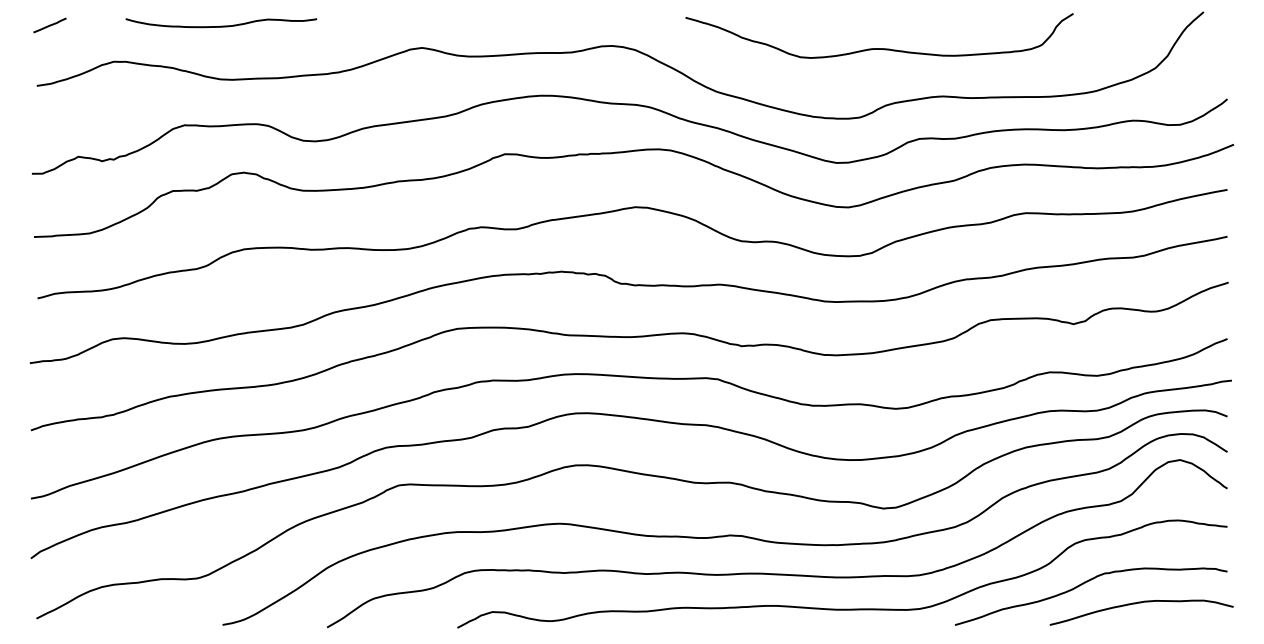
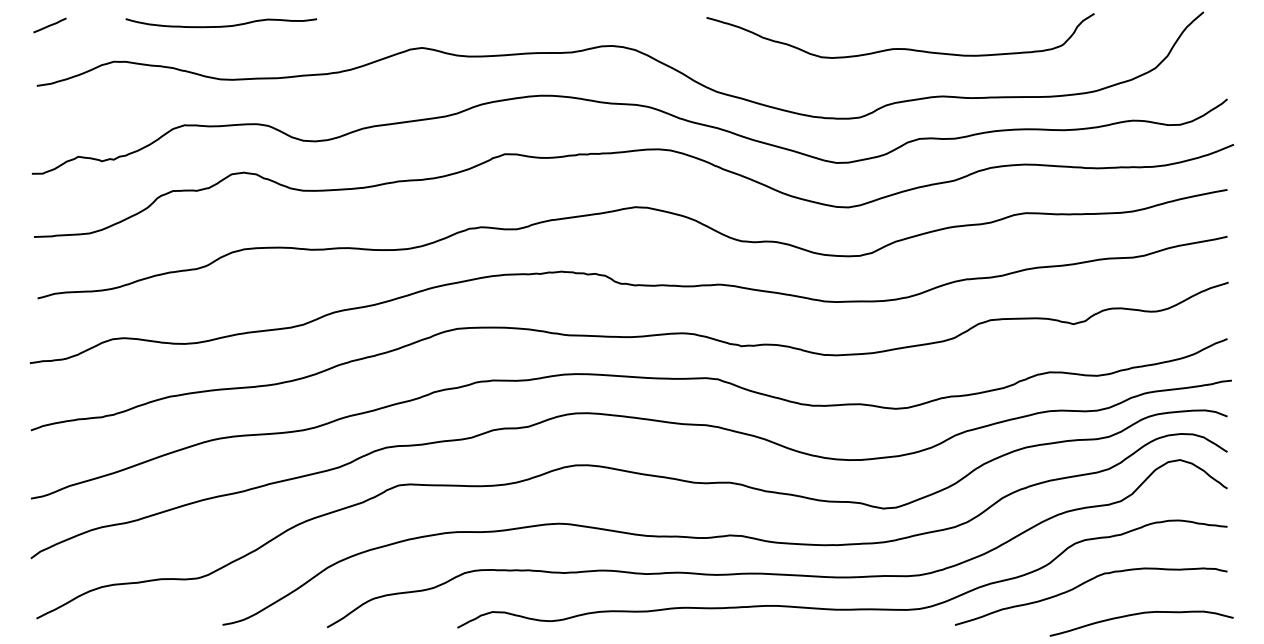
curve at (879, 48) position: (879, 48) -> (900, 48)
curve at (1141, 603) position: (1141, 603) -> (1141, 614)
